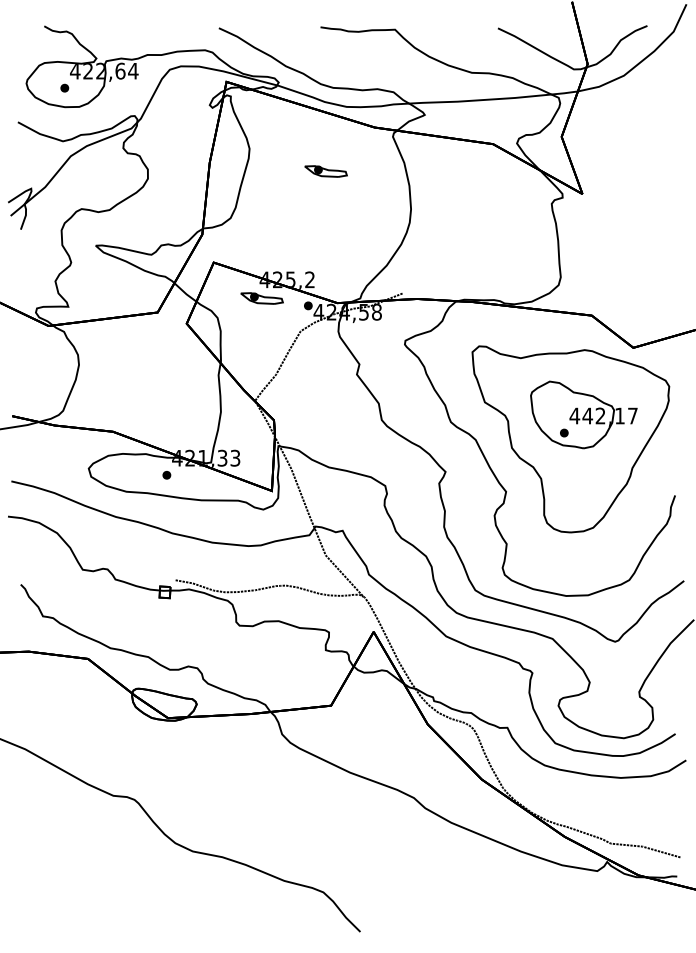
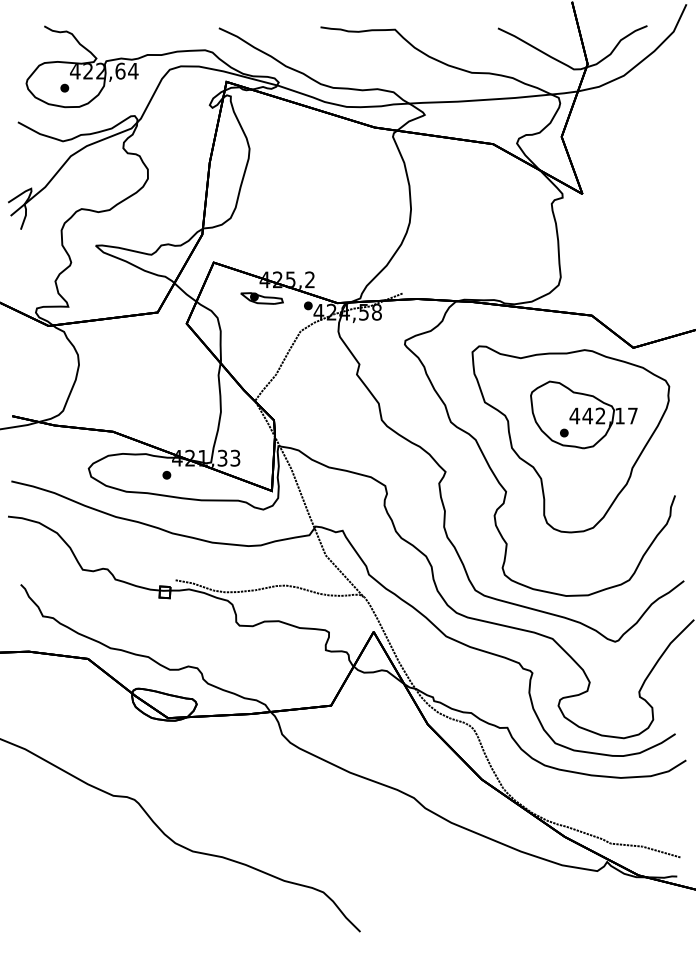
part at (325, 171): present -> none
